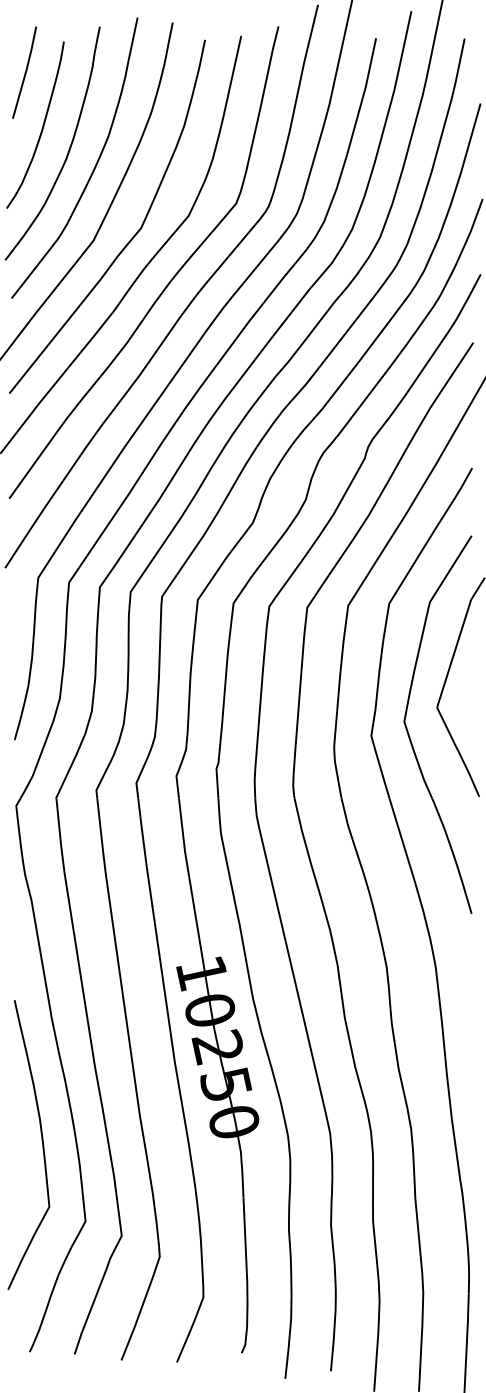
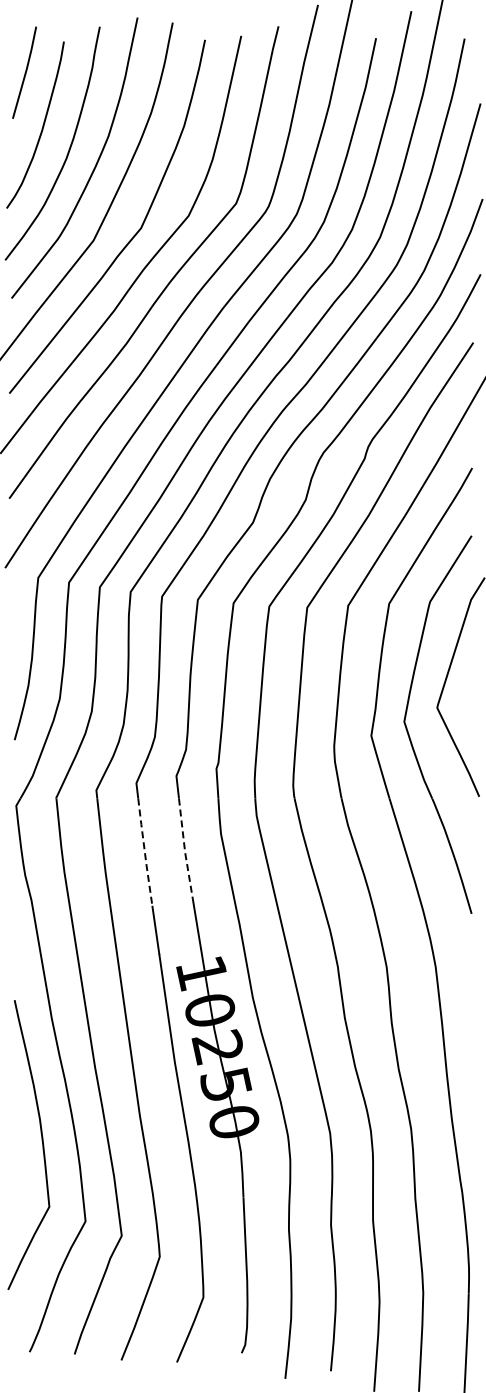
line at (184, 849): solid -> dashed
line at (144, 853): solid -> dashed
